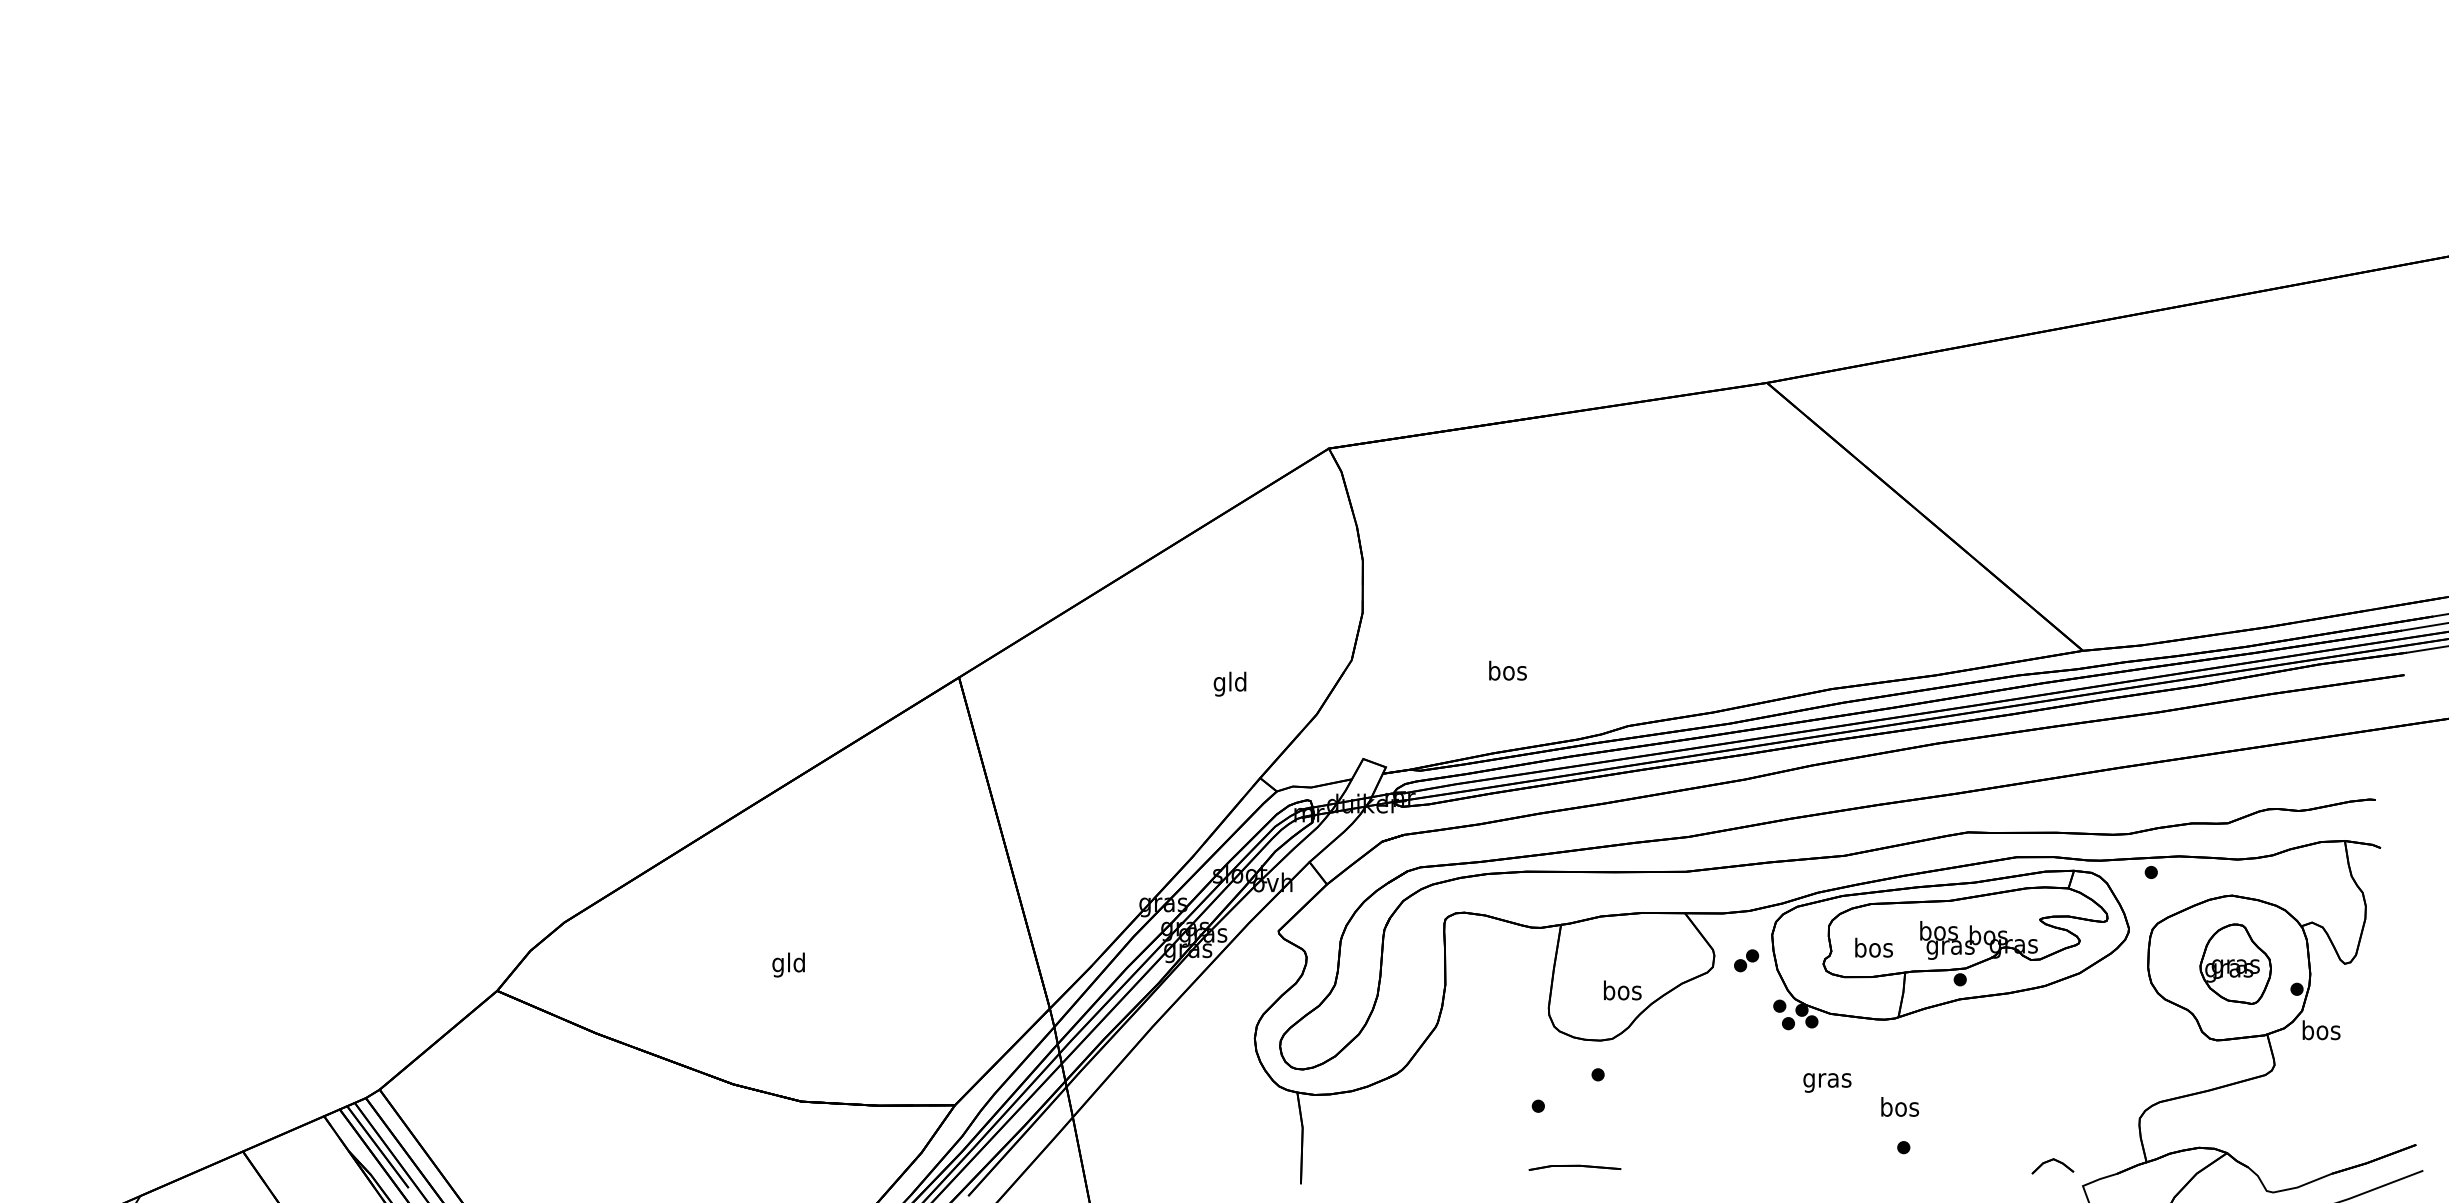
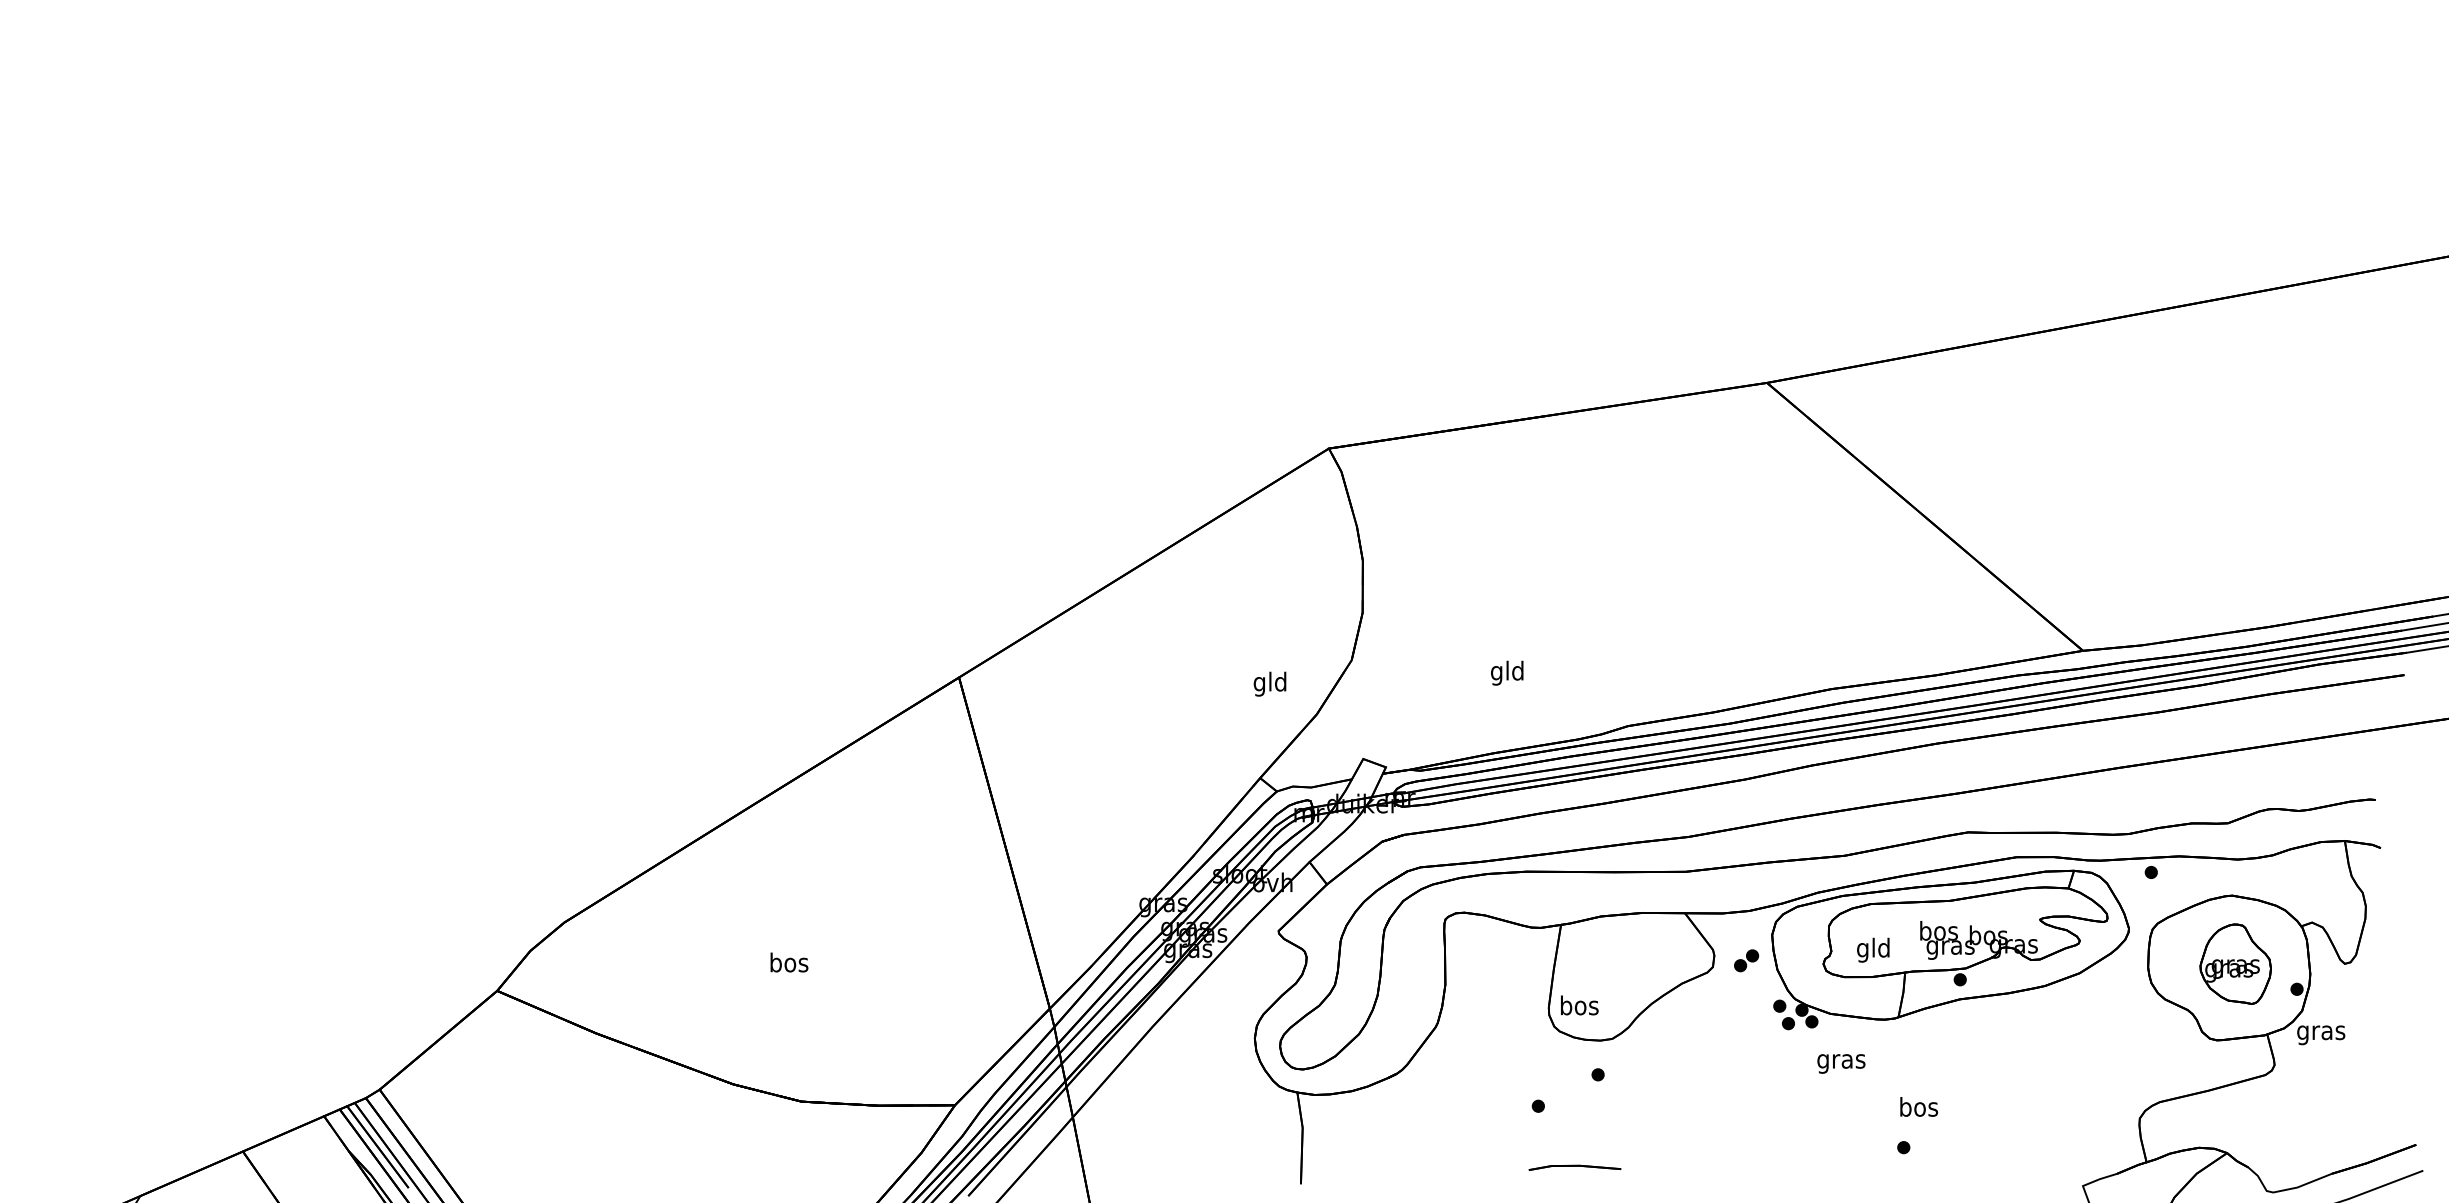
text at (1507, 672): bos -> gld
text at (1229, 683) position: (1229, 683) -> (1269, 683)
text at (1873, 949): bos -> gld
text at (789, 964): gld -> bos
text at (1622, 990) position: (1622, 990) -> (1579, 1005)
text at (2321, 1032): bos -> gras
text at (1827, 1082) position: (1827, 1082) -> (1841, 1063)
text at (1900, 1106) position: (1900, 1106) -> (1919, 1106)
part at (2052, 1166): present -> none
